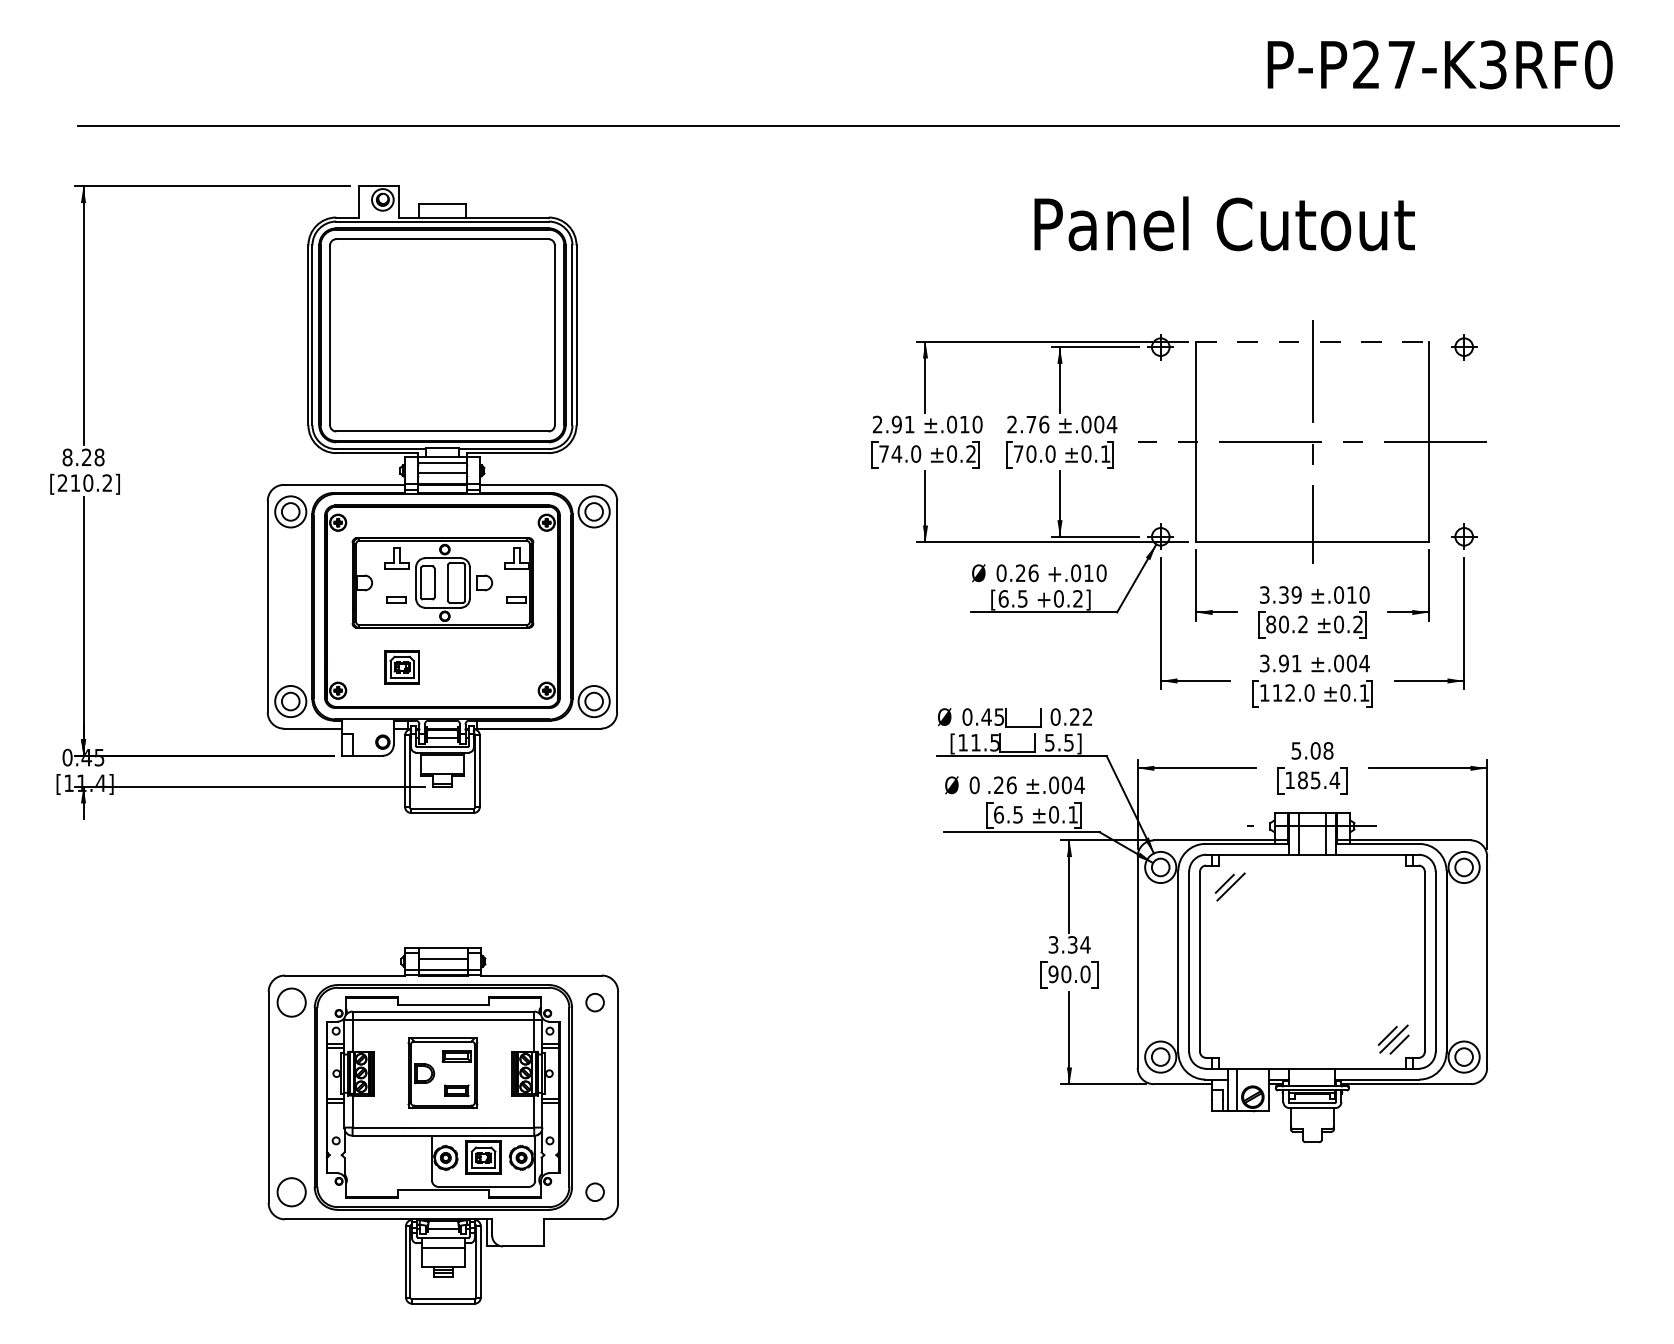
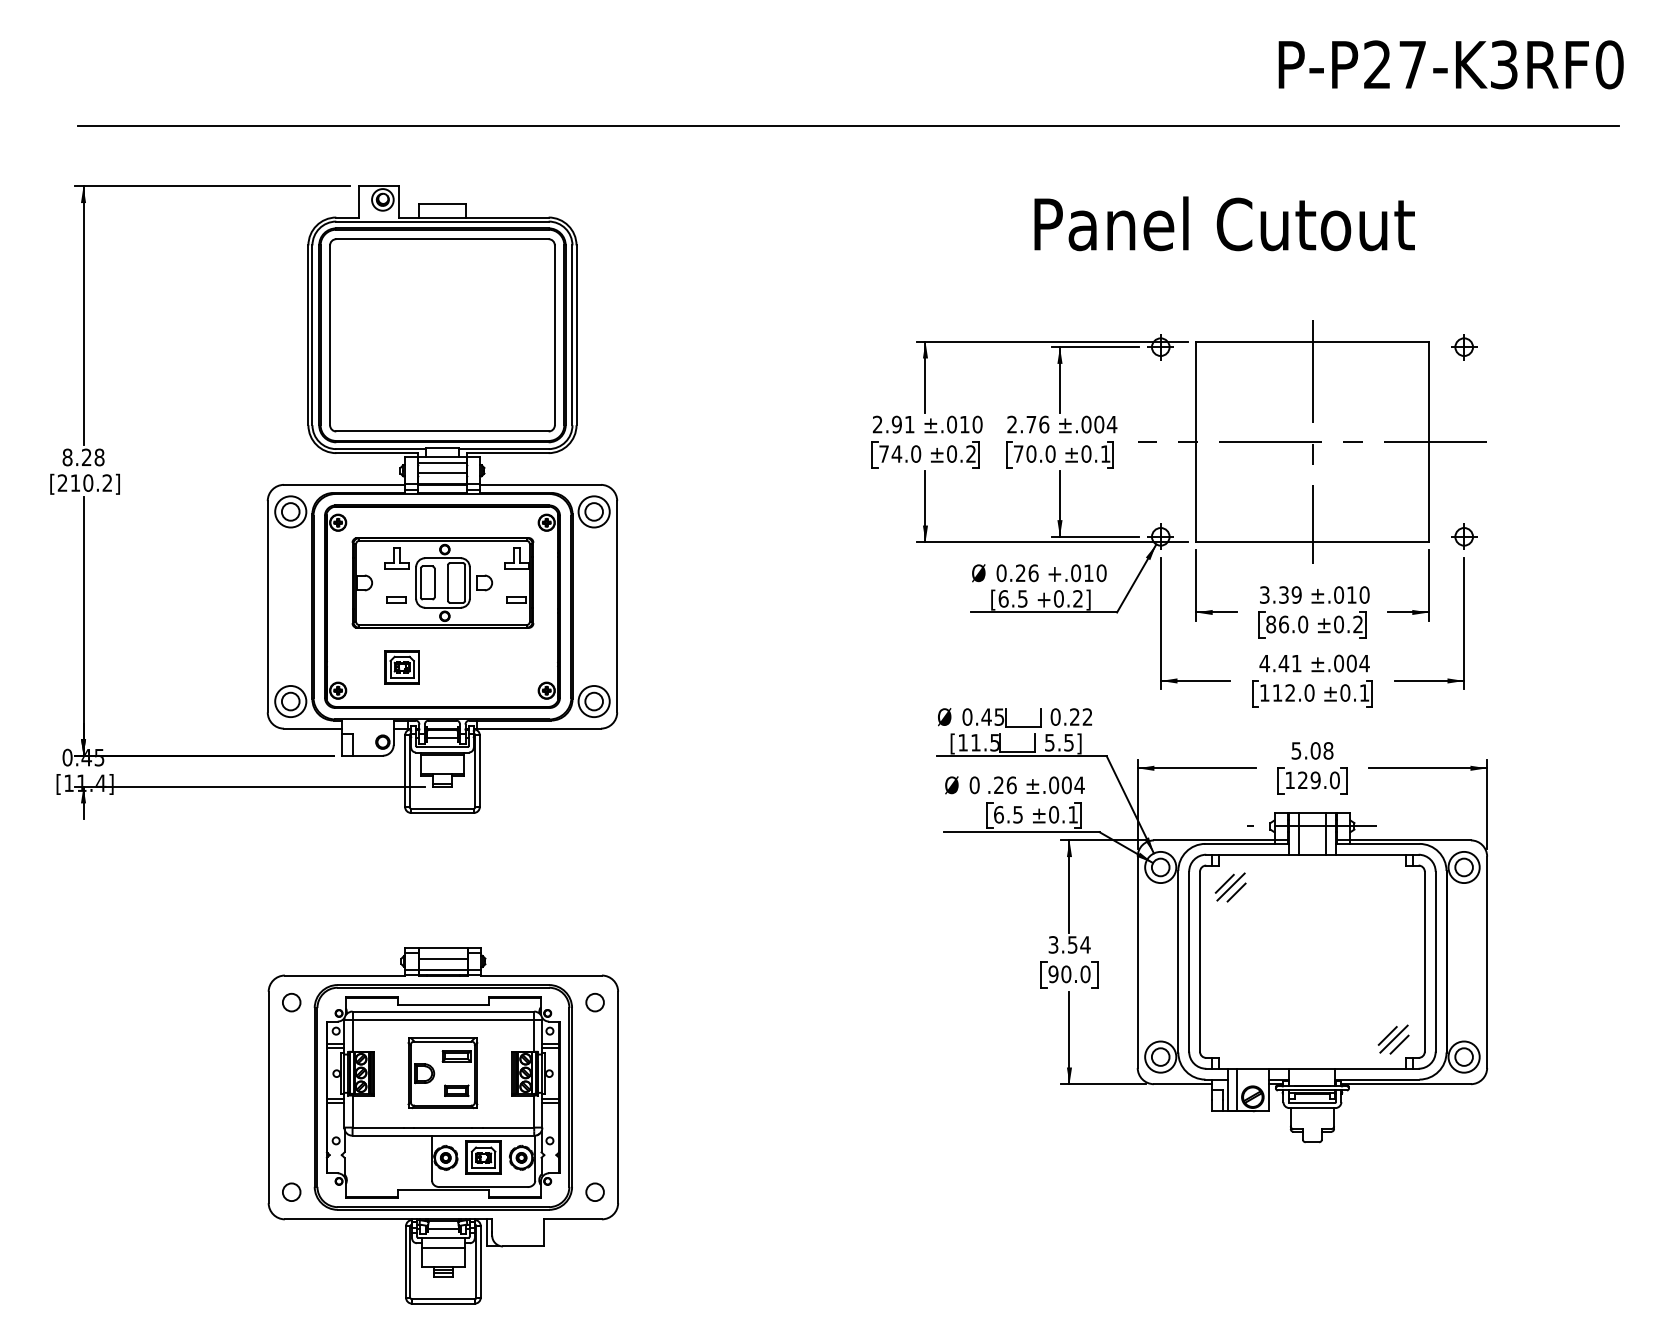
text at (1439, 64) position: (1439, 64) -> (1450, 64)
line at (1312, 341): dashed -> solid
text at (1293, 624): 80.2 -> 86.0
text at (1274, 663): 3.91 -> 4.41
text at (1319, 780): 185.4 -> 129.0
line at (1236, 892): none -> present
text at (1072, 944): 3.34 -> 3.54
circle at (291, 1002) diameter: 28 px -> 18 px
circle at (291, 1192) diameter: 28 px -> 18 px
